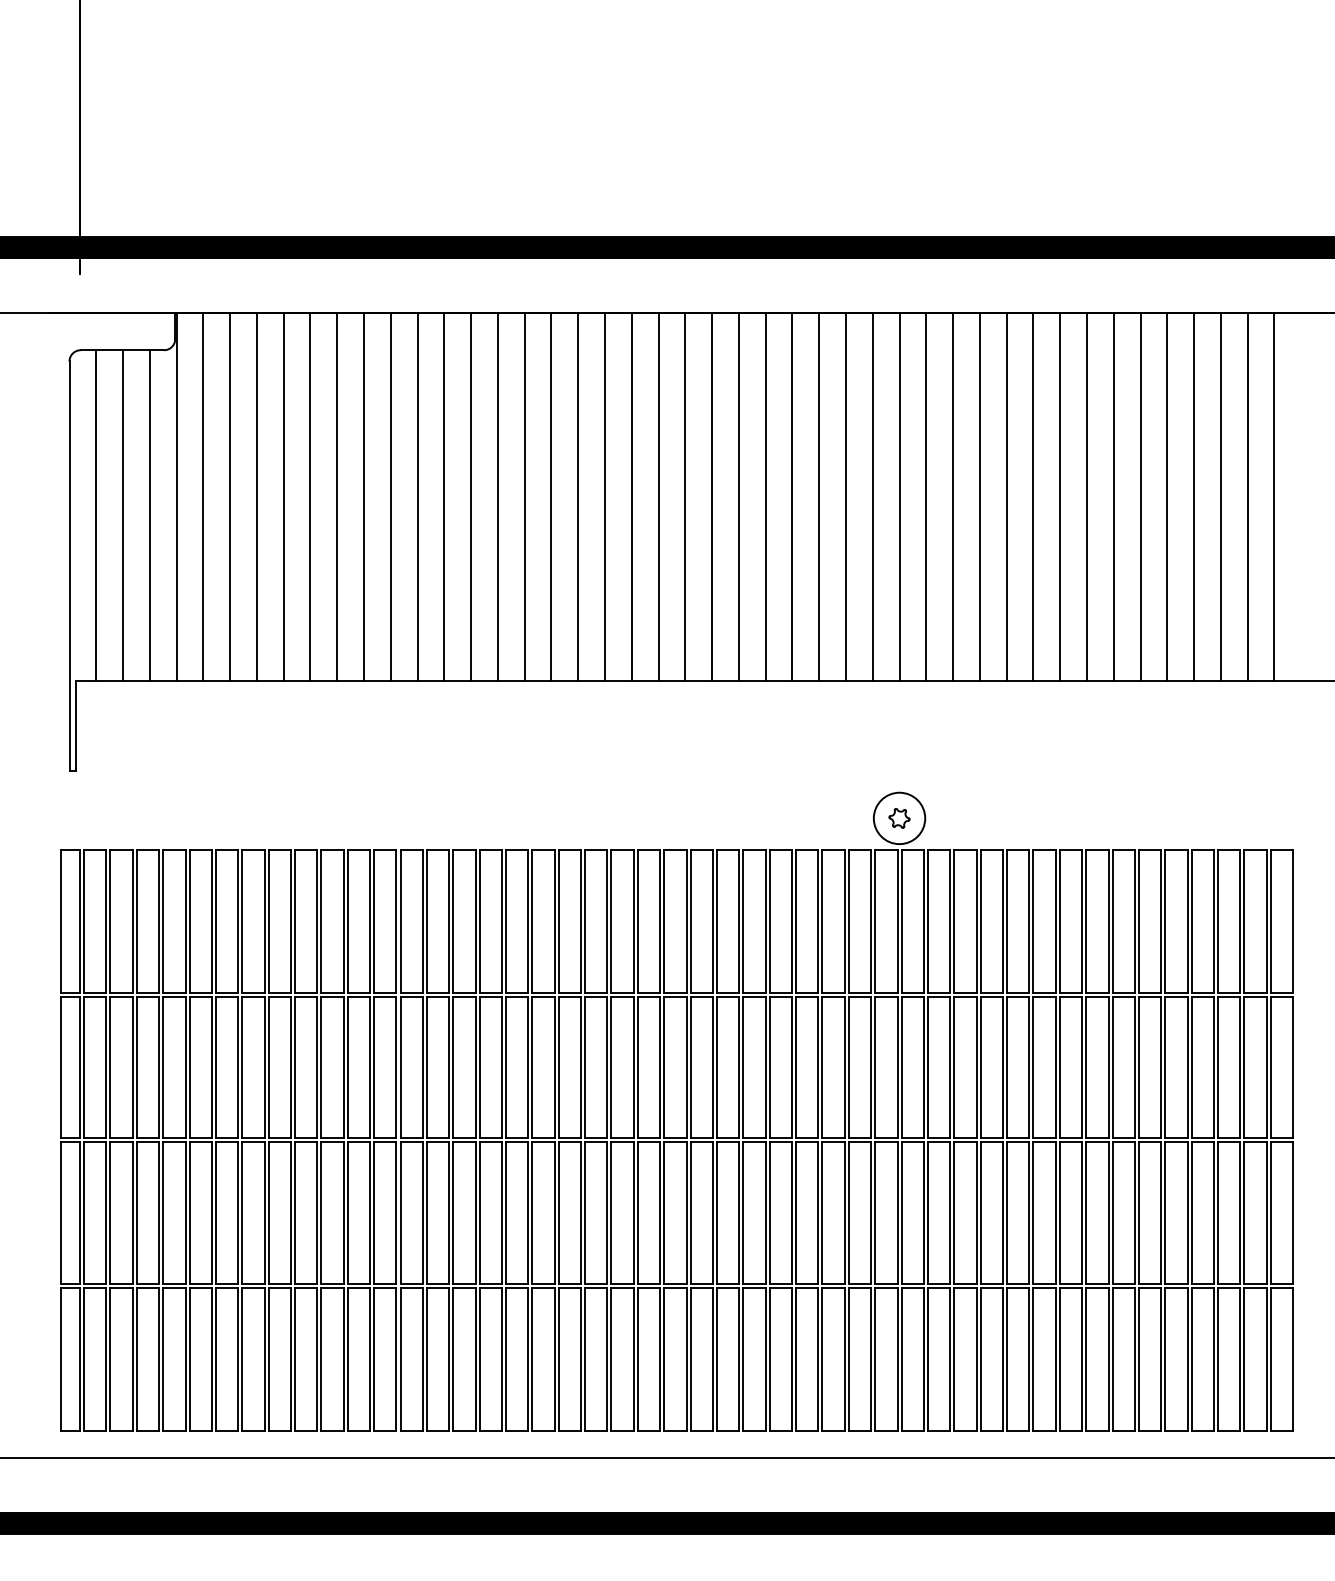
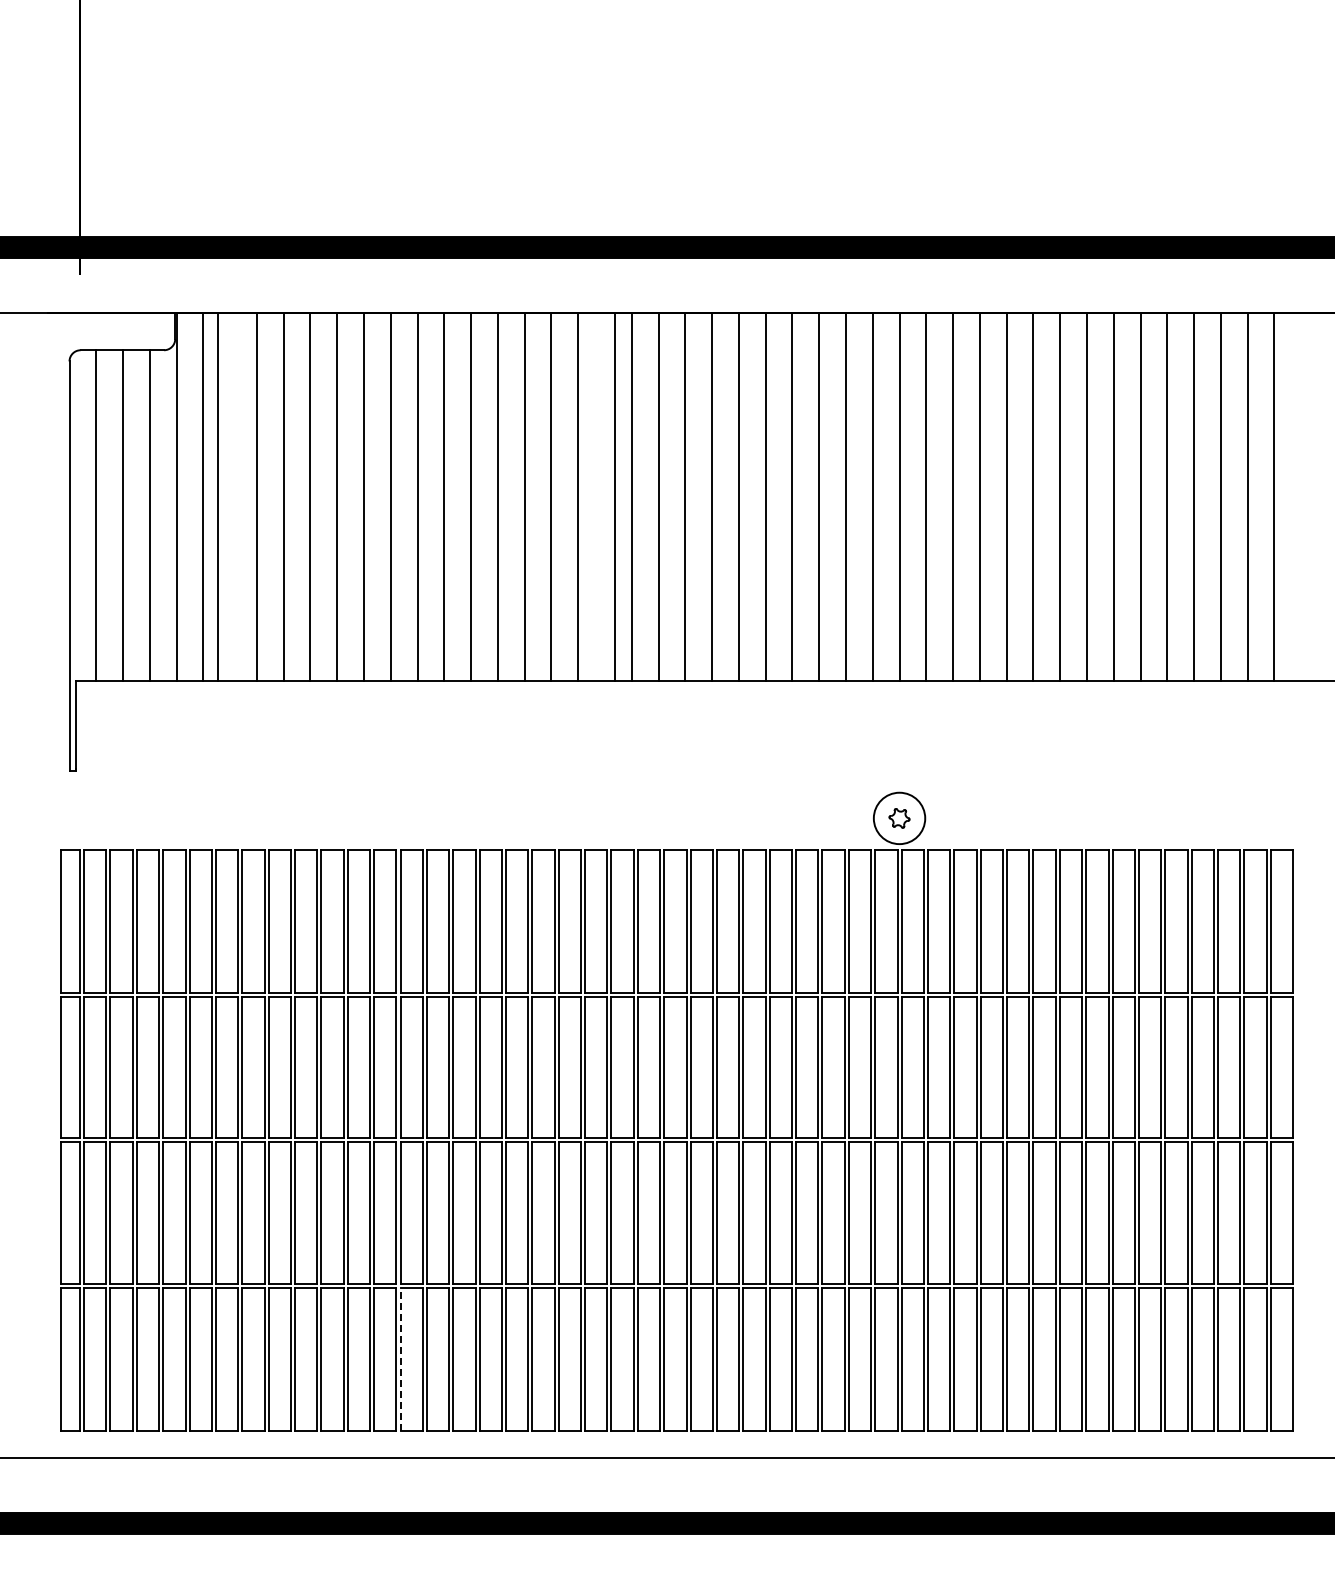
line at (230, 496) position: (230, 496) -> (218, 496)
line at (604, 496) position: (604, 496) -> (614, 496)
line at (400, 1359): solid -> dashed
